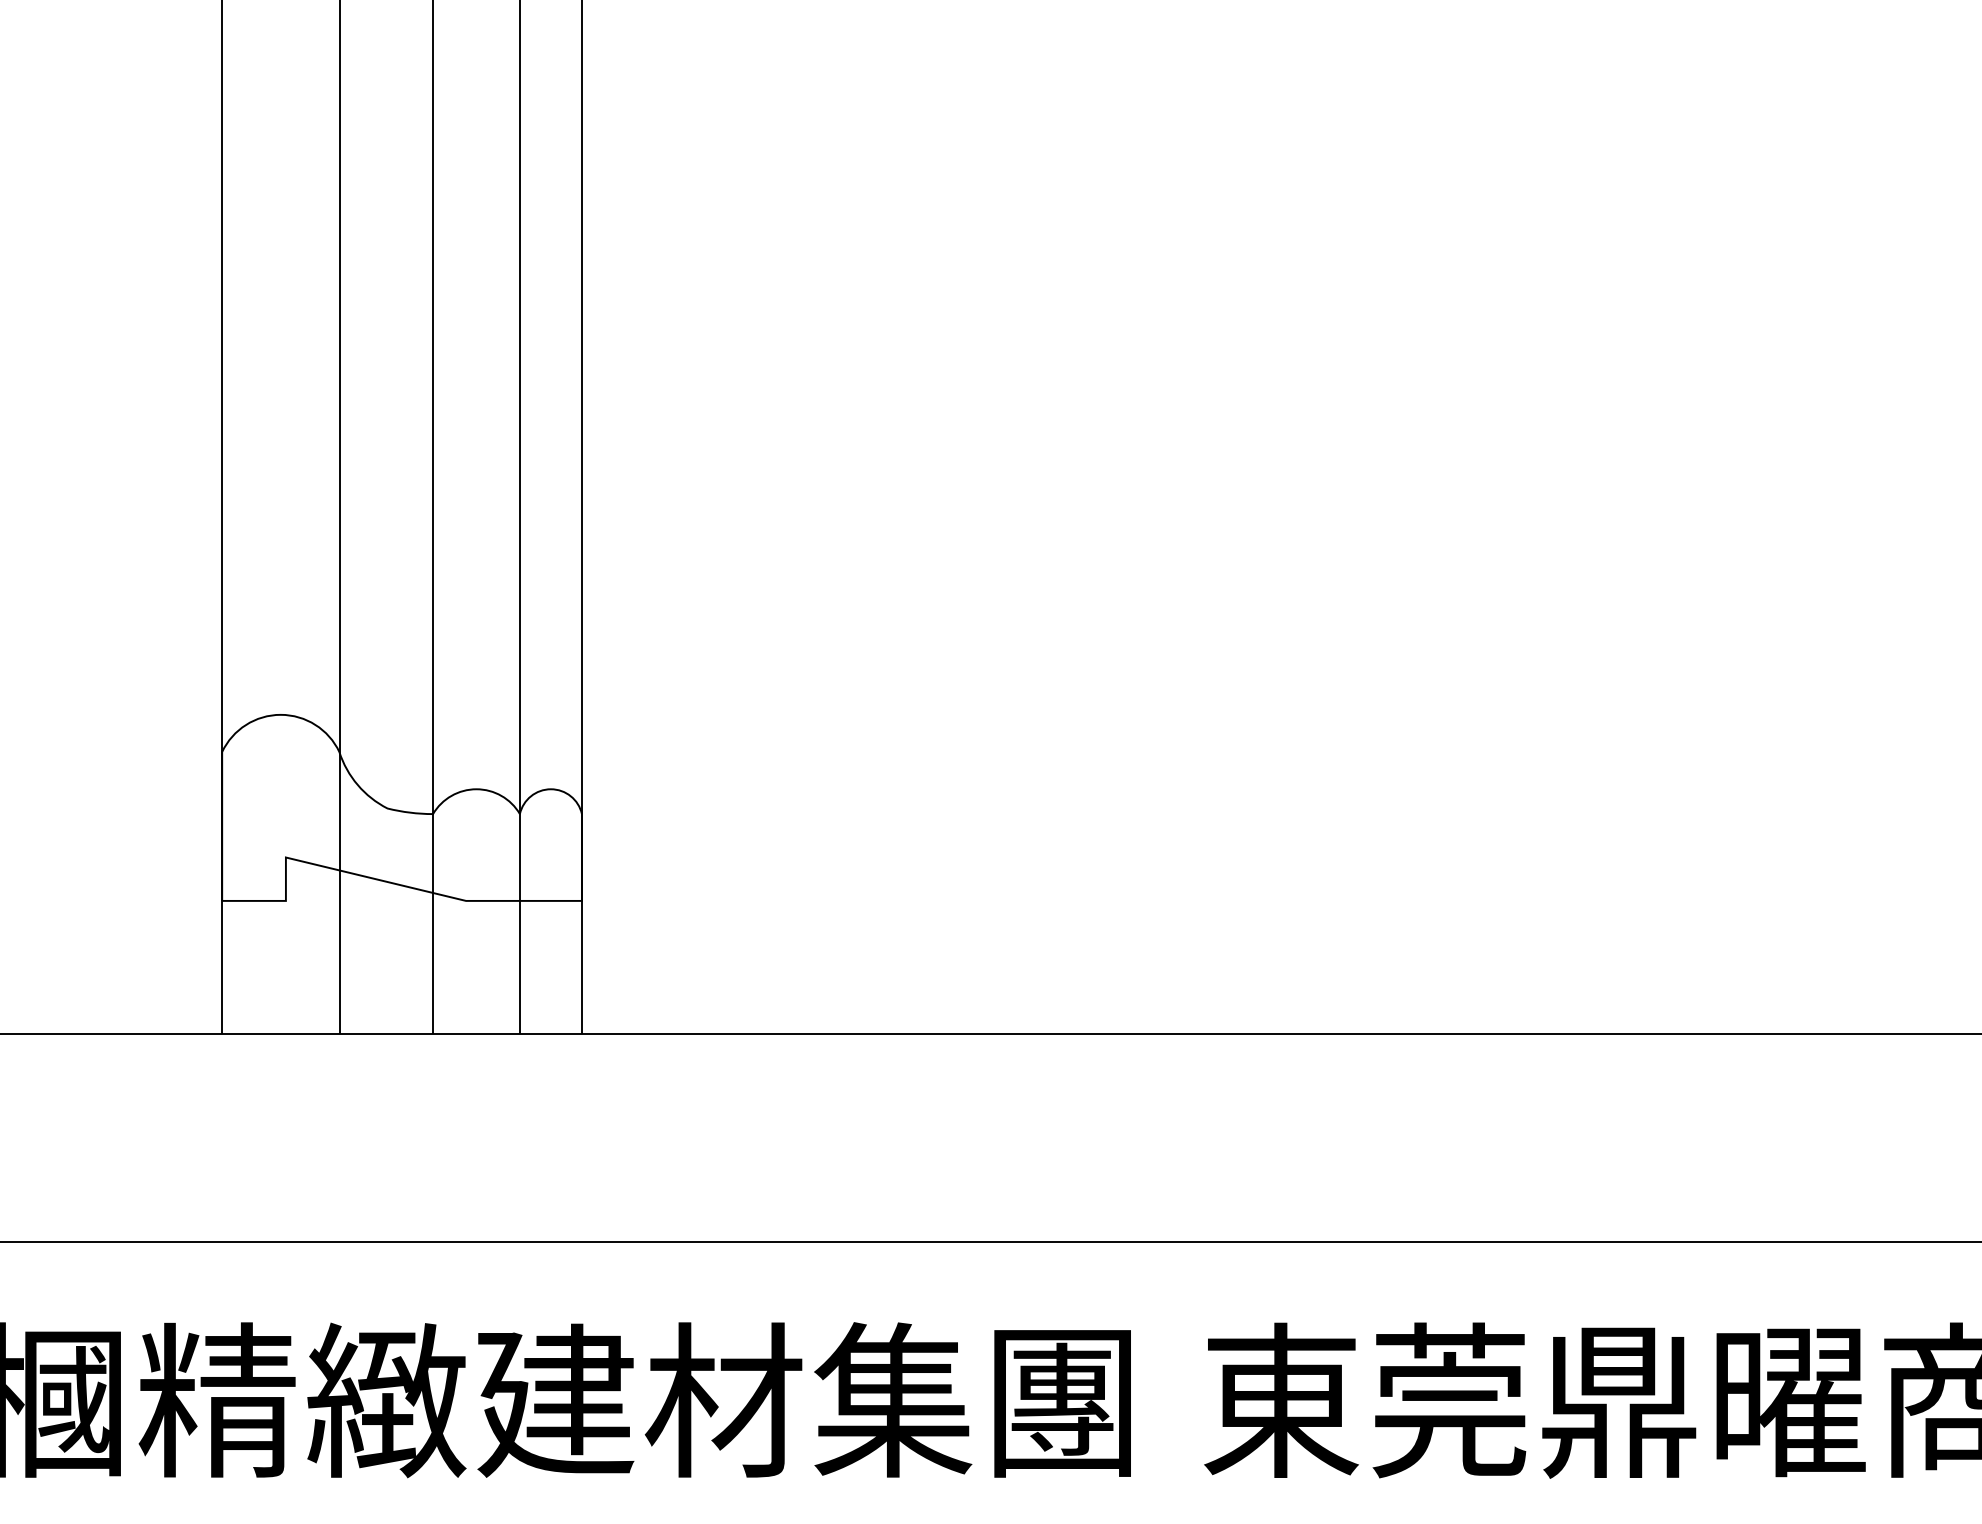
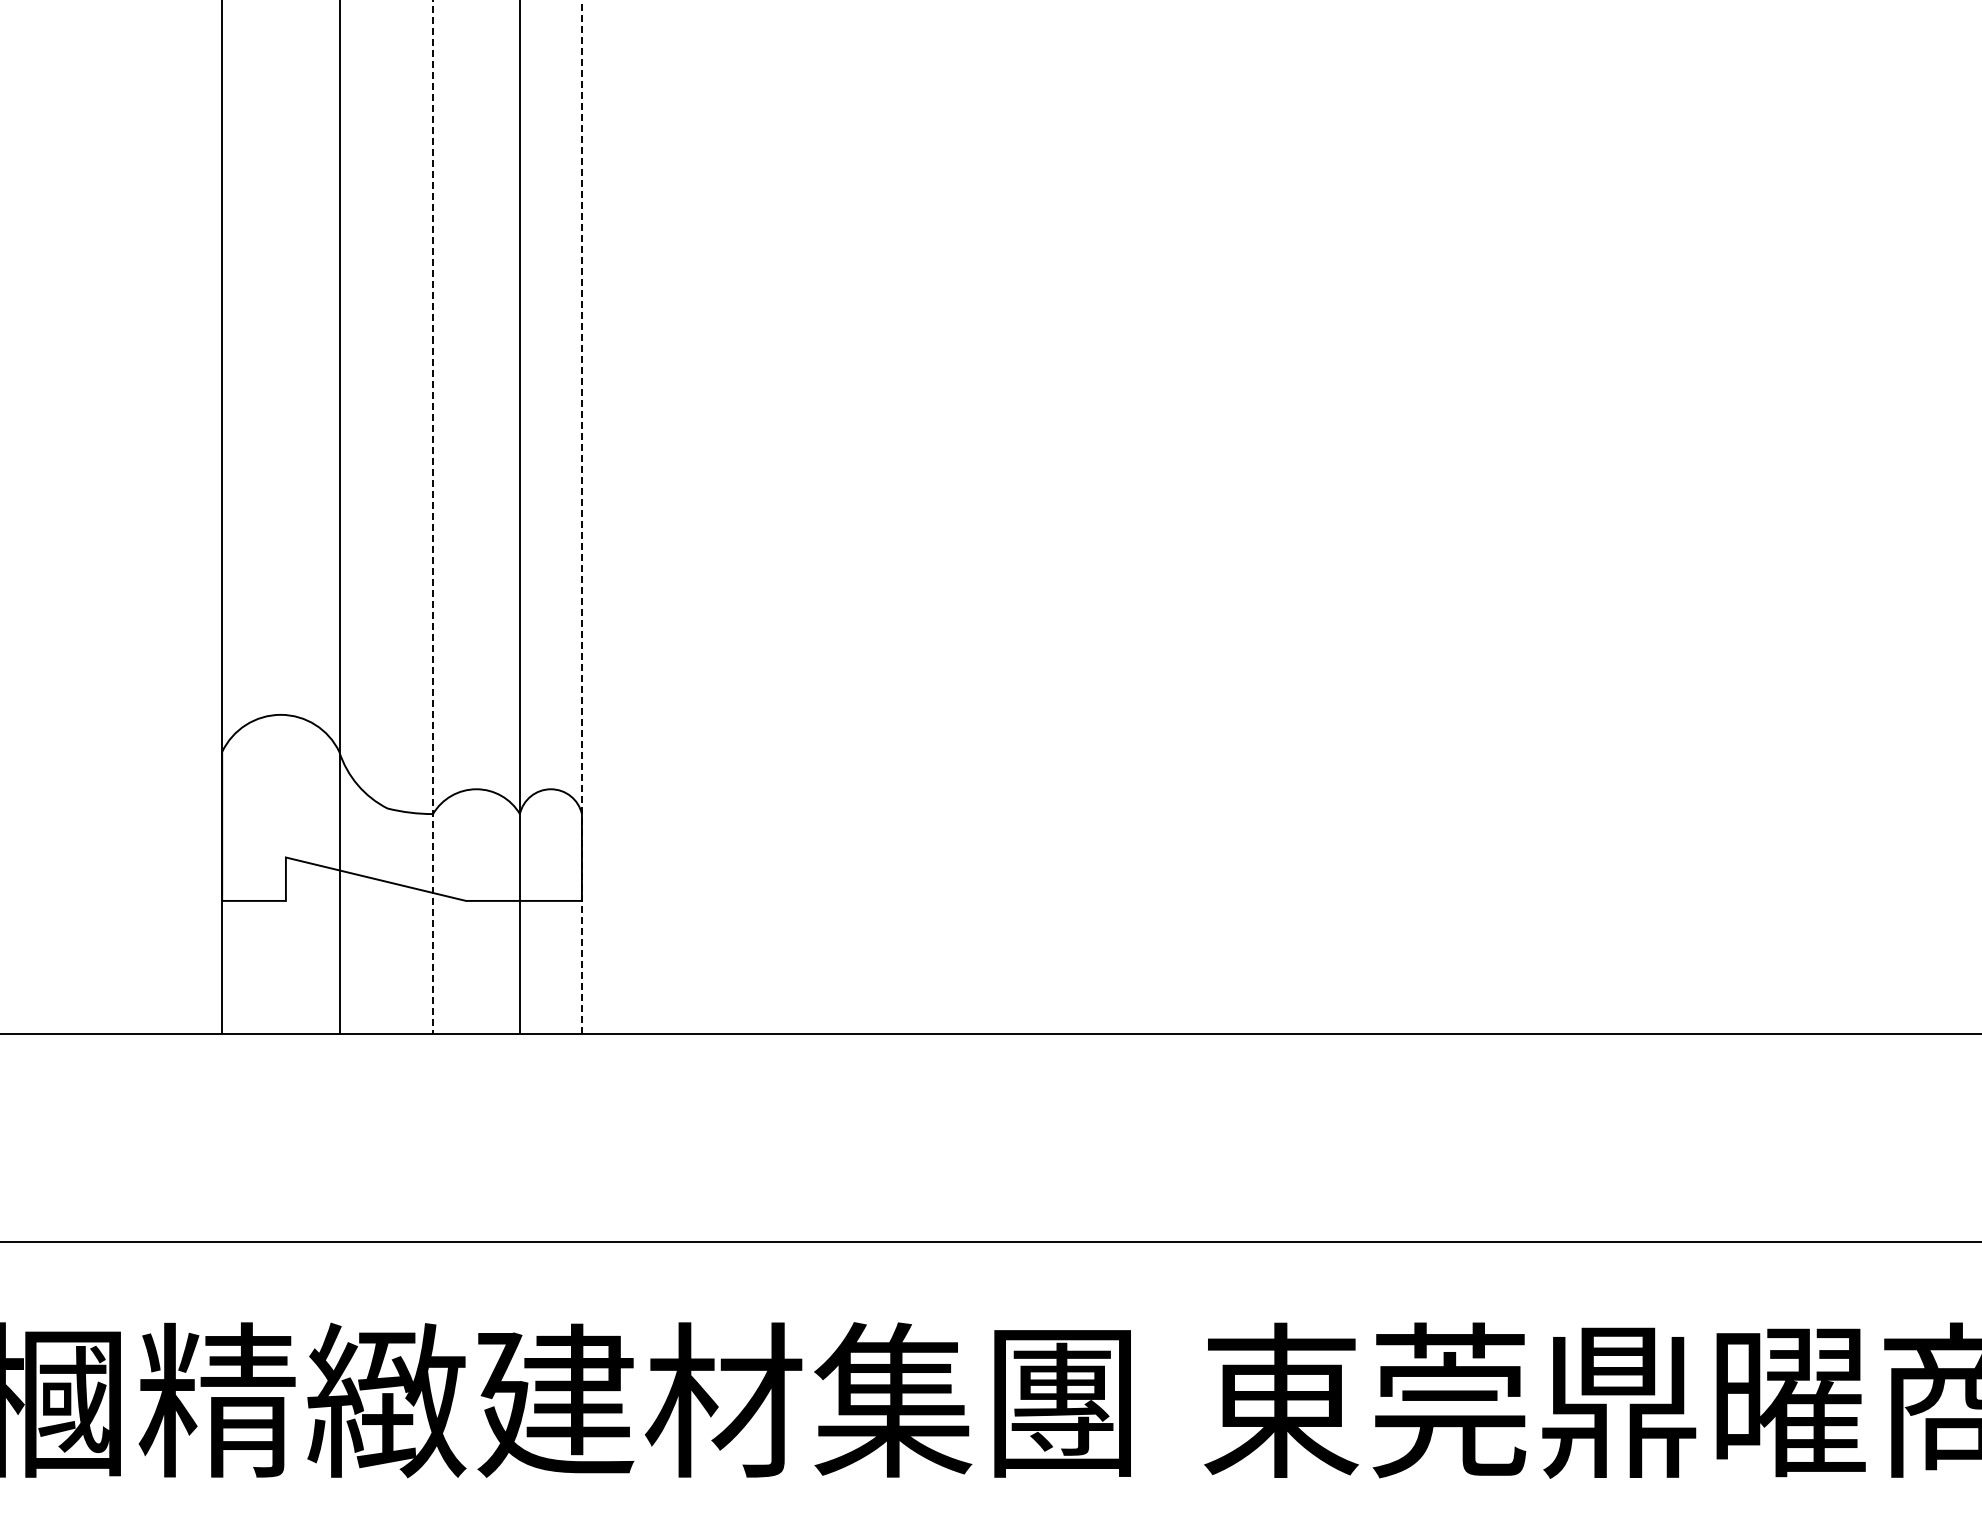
line at (433, 517): solid -> dashed
line at (581, 517): solid -> dashed
